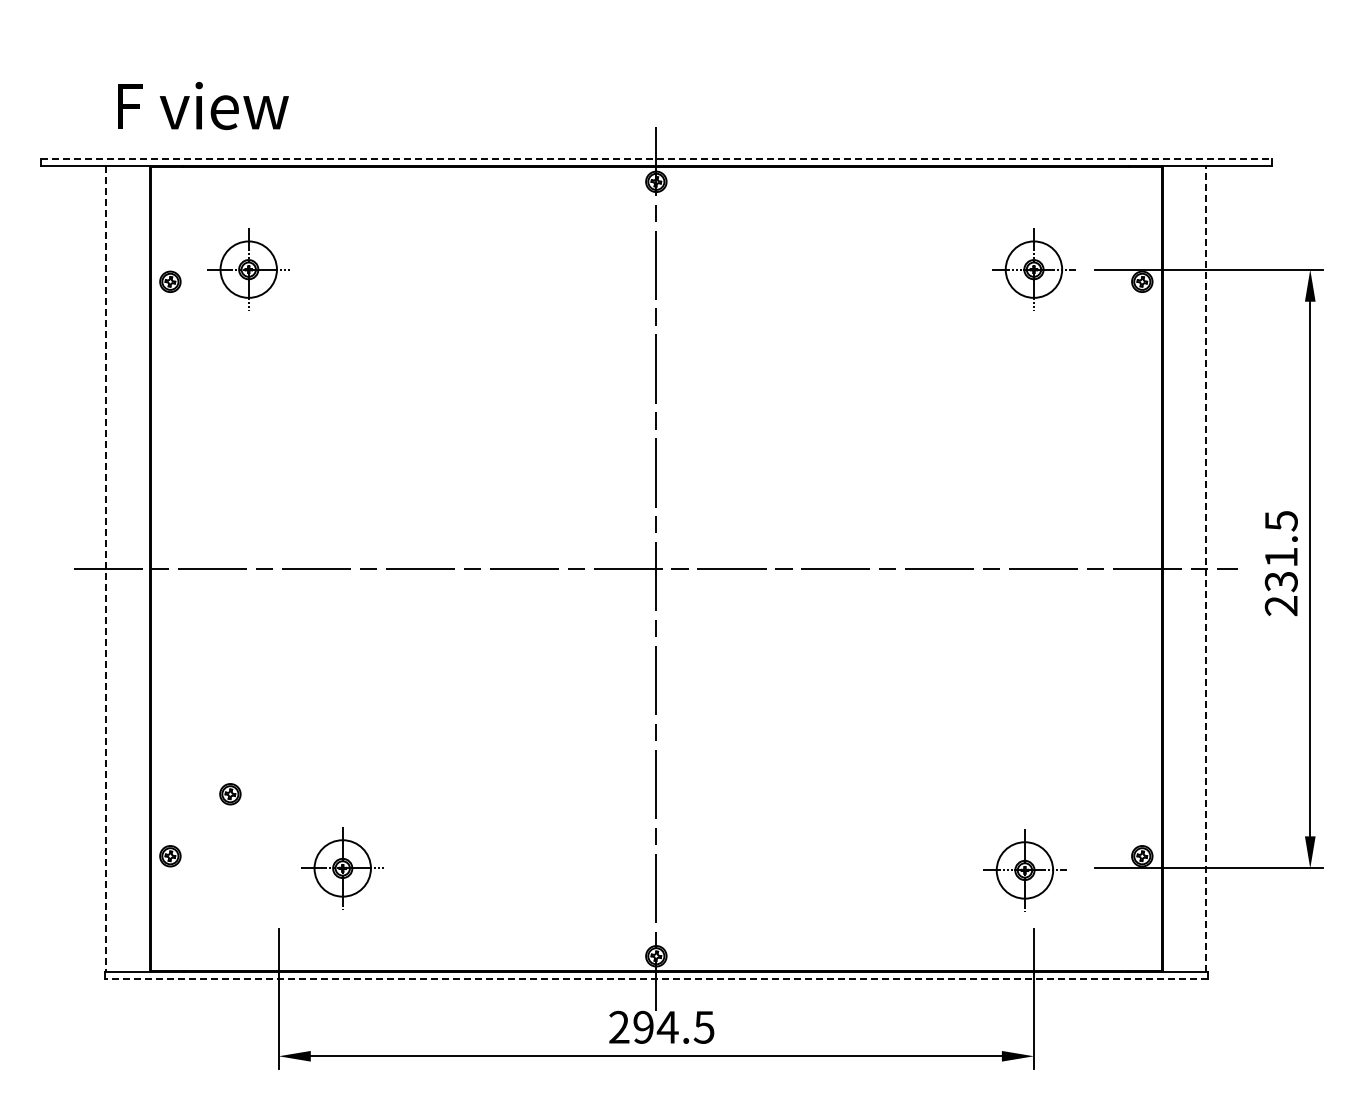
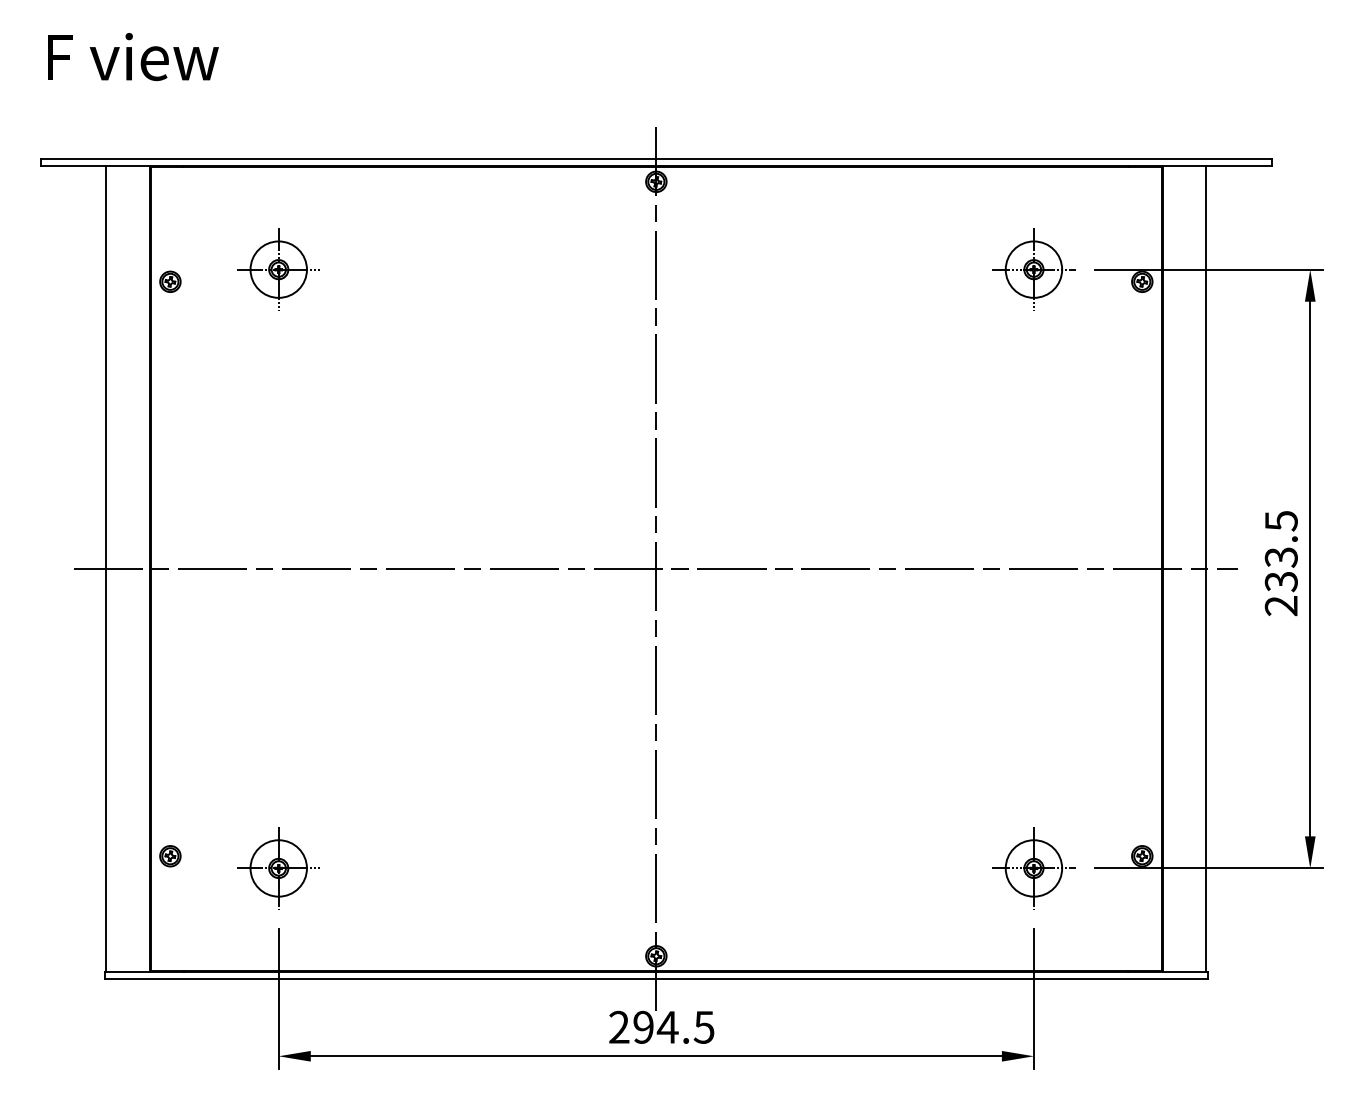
text at (203, 106) position: (203, 106) -> (133, 57)
line at (656, 158): dashed -> solid
part at (248, 269) position: (248, 269) -> (278, 269)
text at (1280, 557): 231.5 -> 233.5
line at (106, 569): dashed -> solid
line at (1206, 569): dashed -> solid
part at (230, 794): present -> none
part at (342, 868) position: (342, 868) -> (278, 868)
part at (1024, 870) position: (1024, 870) -> (1033, 868)
line at (655, 979): dashed -> solid
